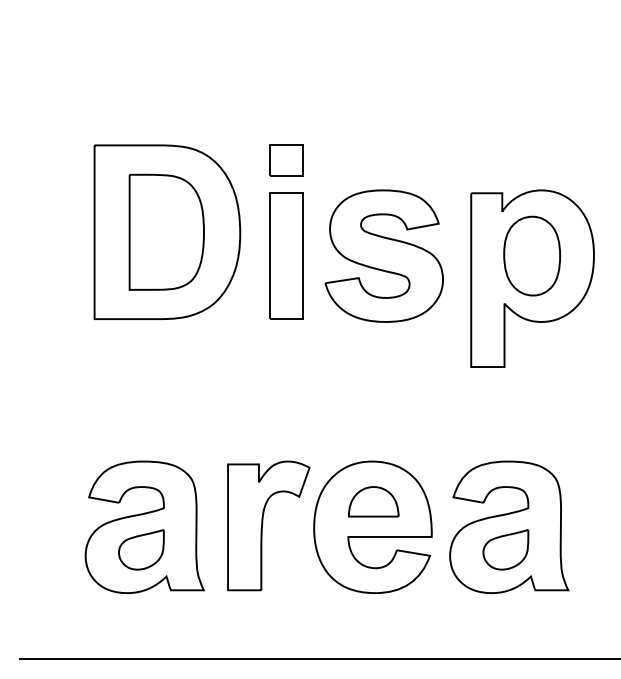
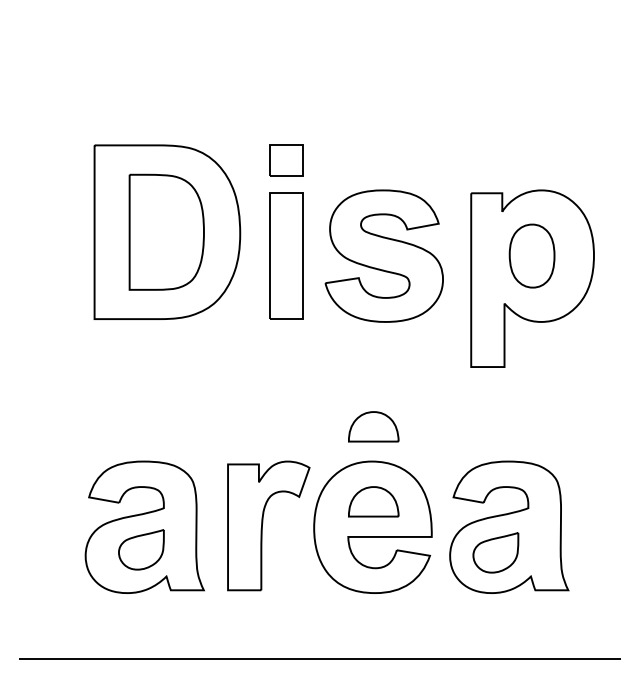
part at (531, 255) size: 58x82 px -> 48x66 px
part at (373, 426): none -> present
part at (505, 549) position: (505, 549) -> (495, 552)
